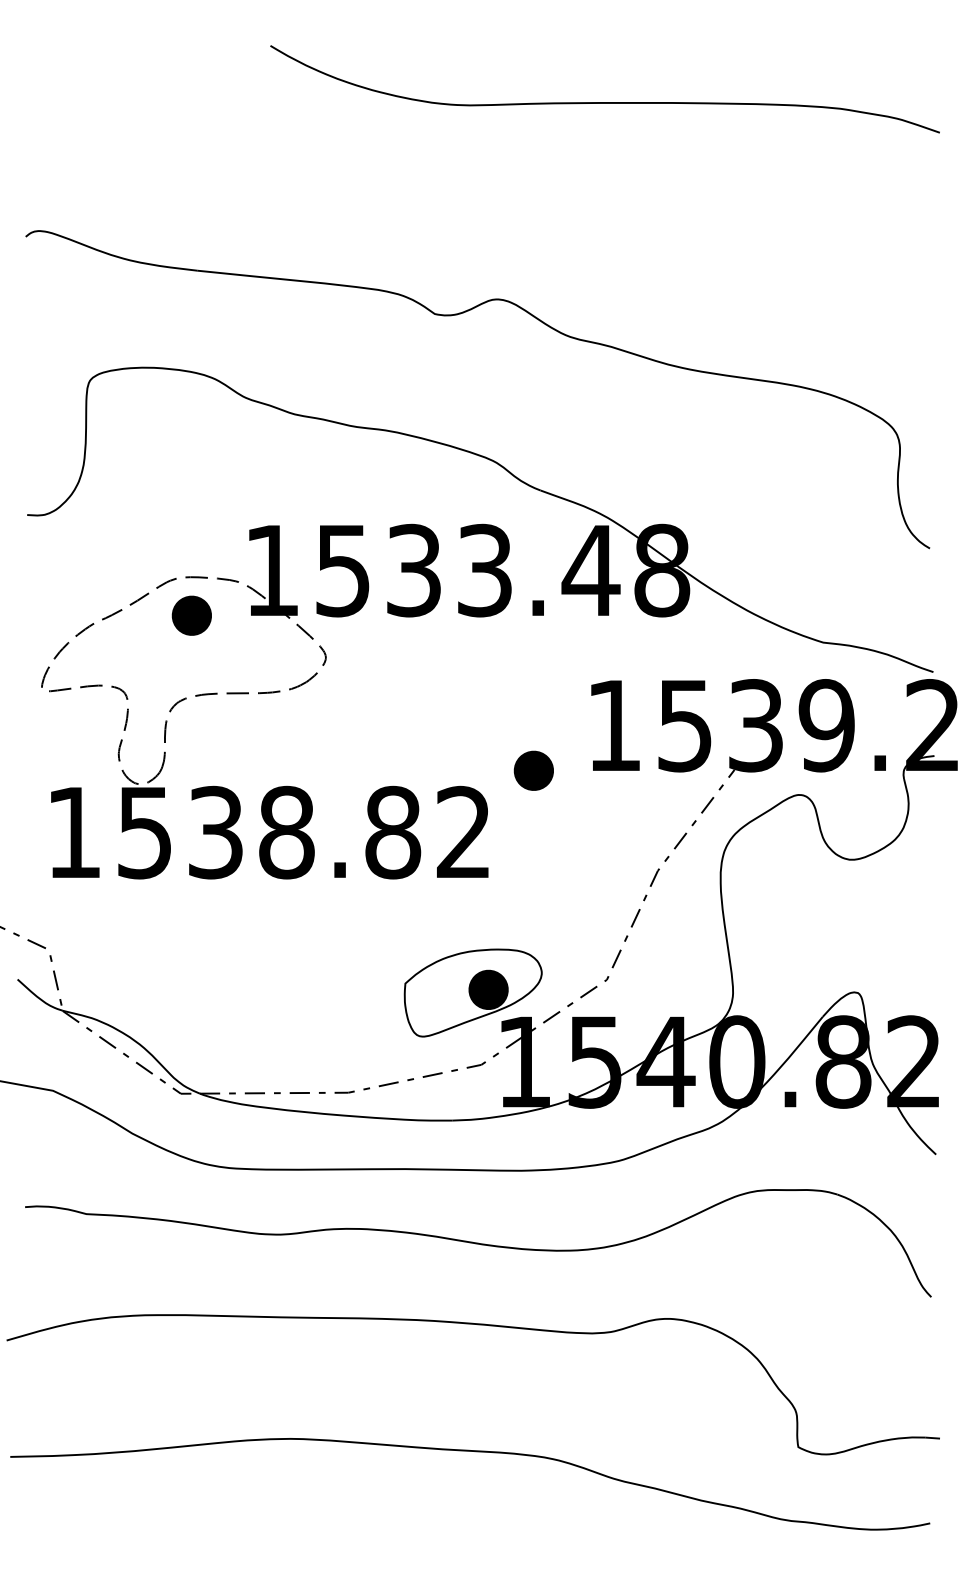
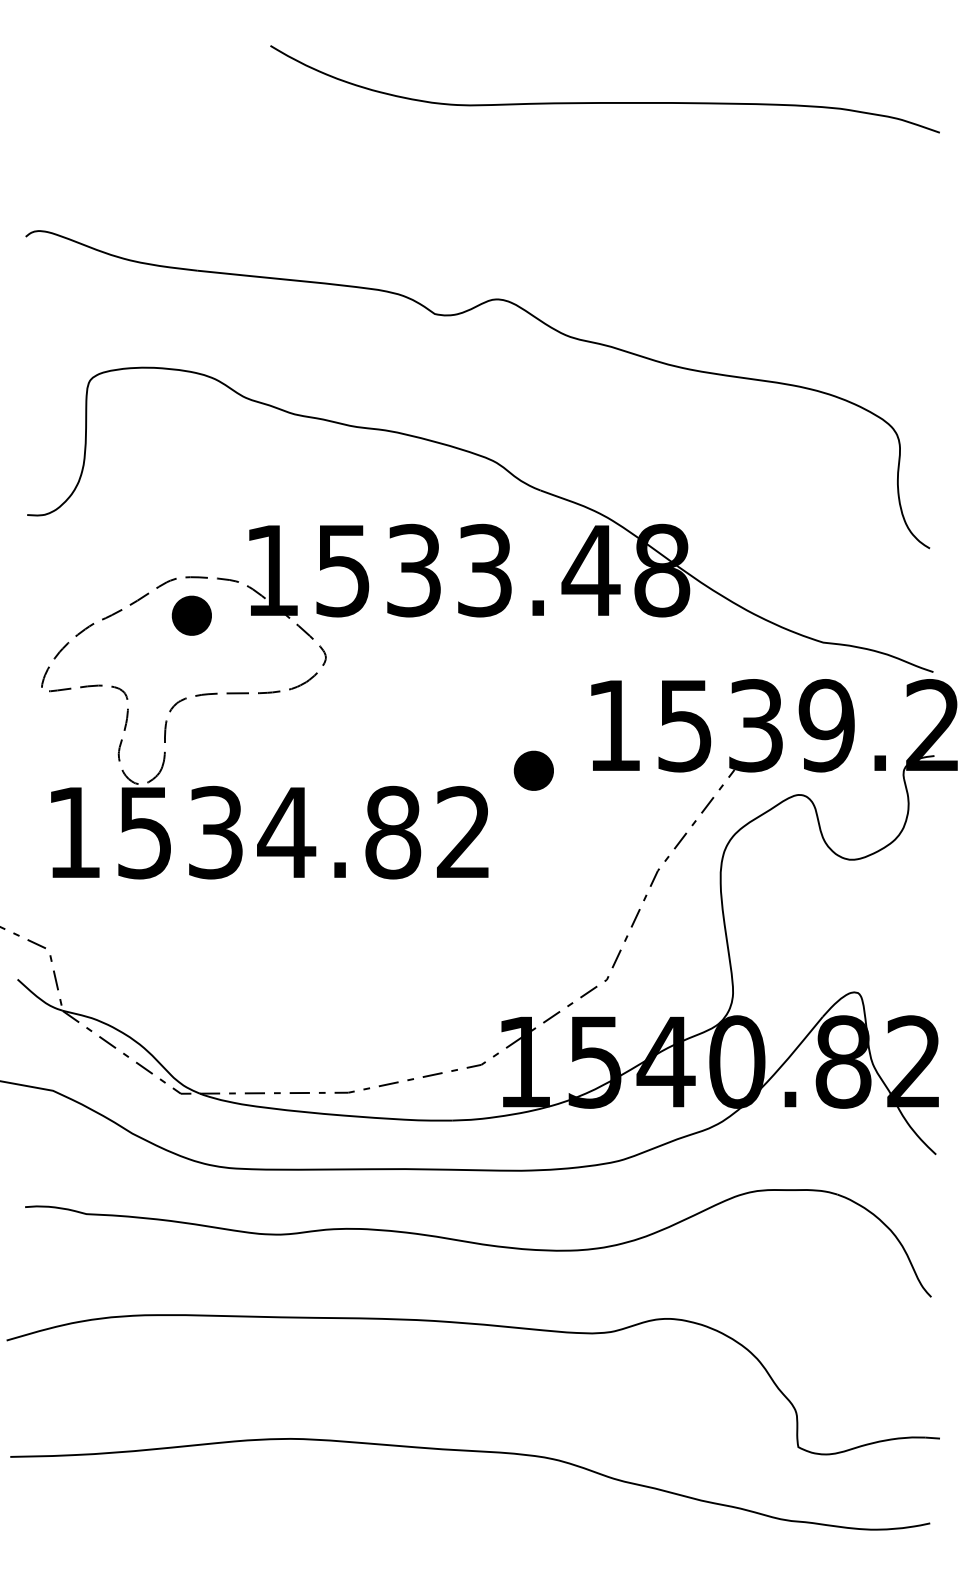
text at (286, 832): 1538.82 -> 1534.82
part at (472, 992): present -> none
